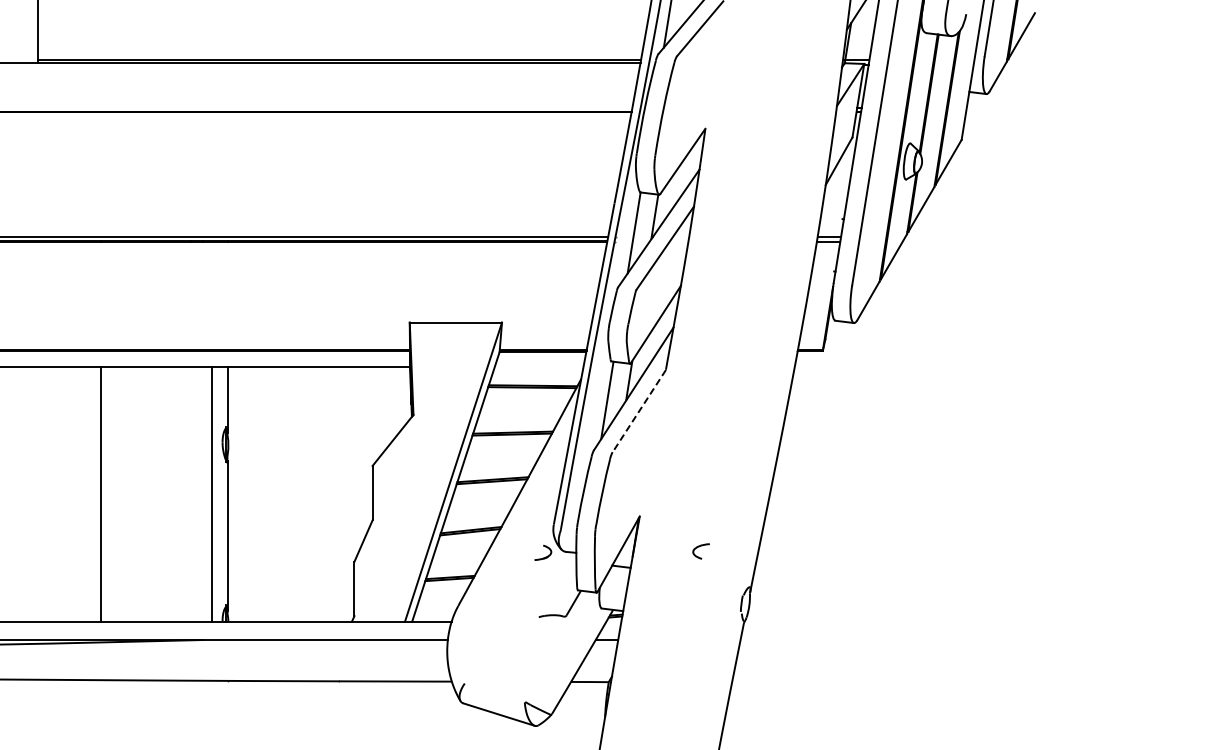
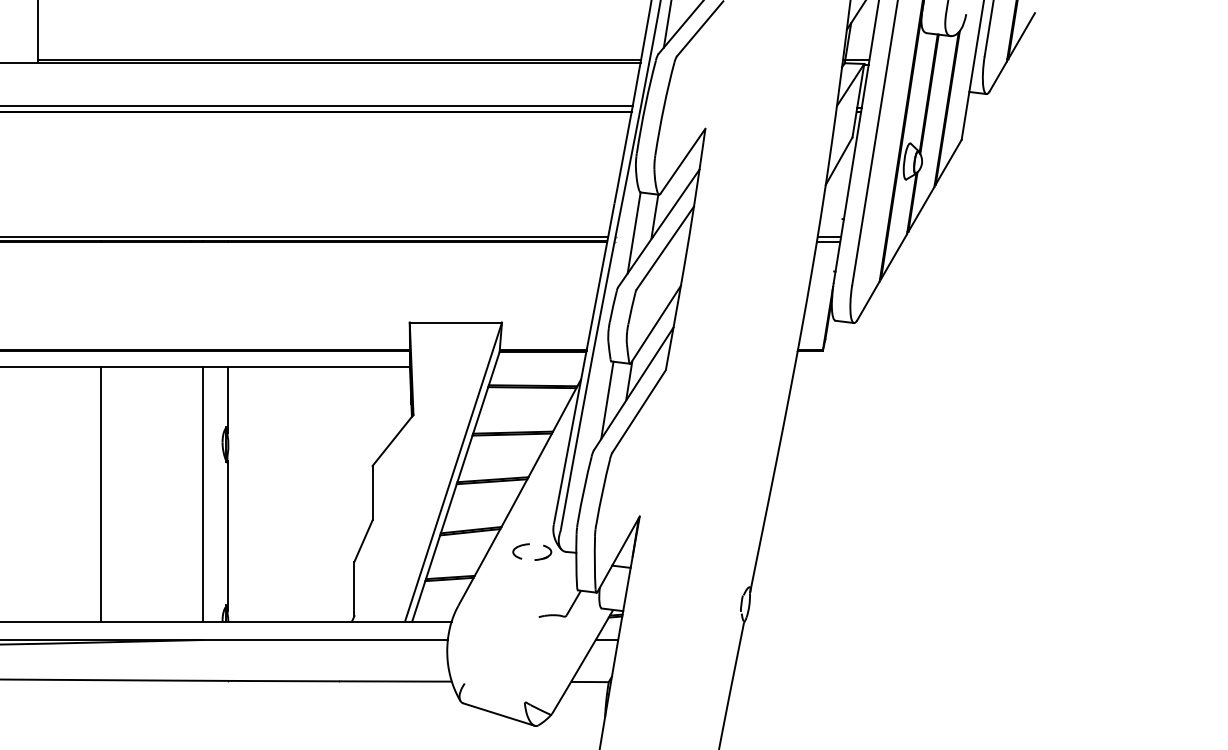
line at (317, 105): none -> present
line at (639, 411): dashed -> solid
line at (211, 494) position: (211, 494) -> (202, 494)
curve at (699, 547) position: (699, 547) -> (519, 547)
